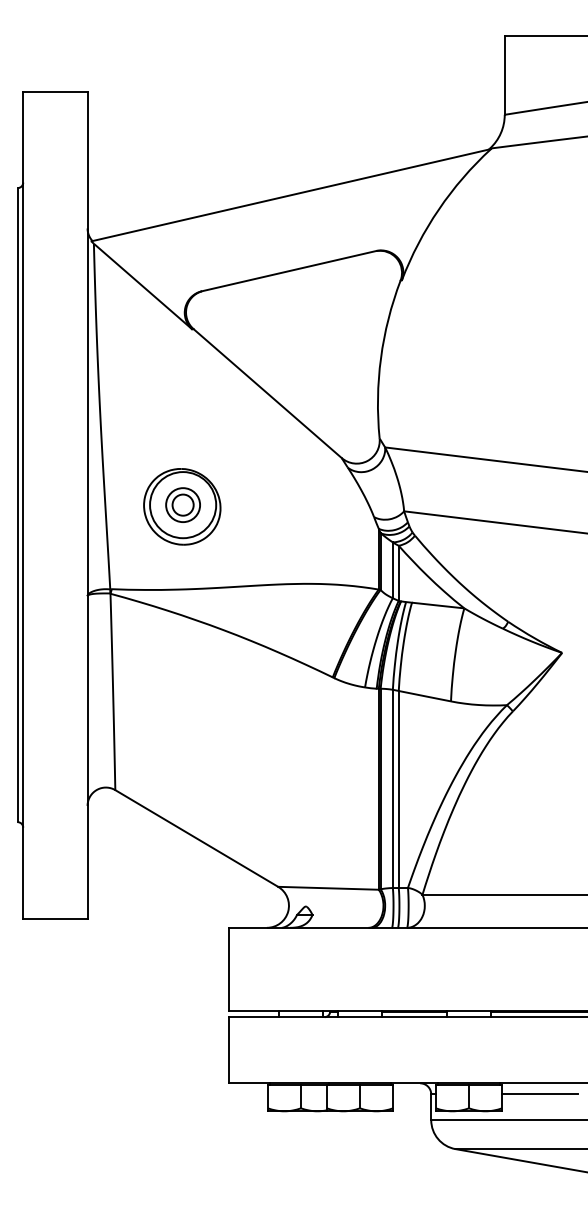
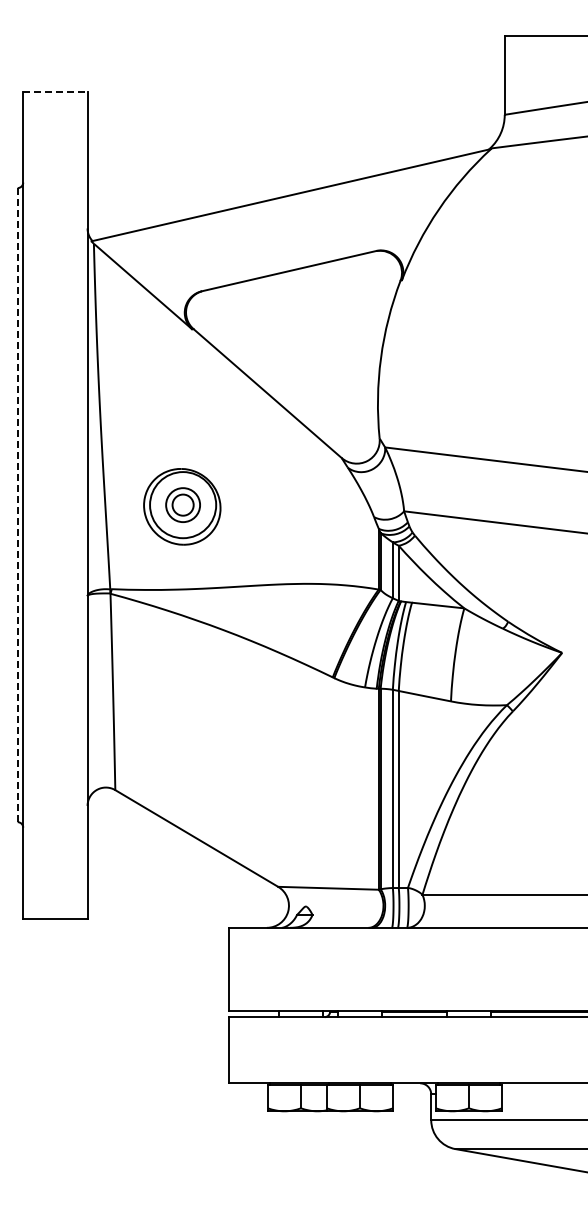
line at (55, 91): solid -> dashed
line at (17, 504): solid -> dashed
line at (540, 1094): present -> none
